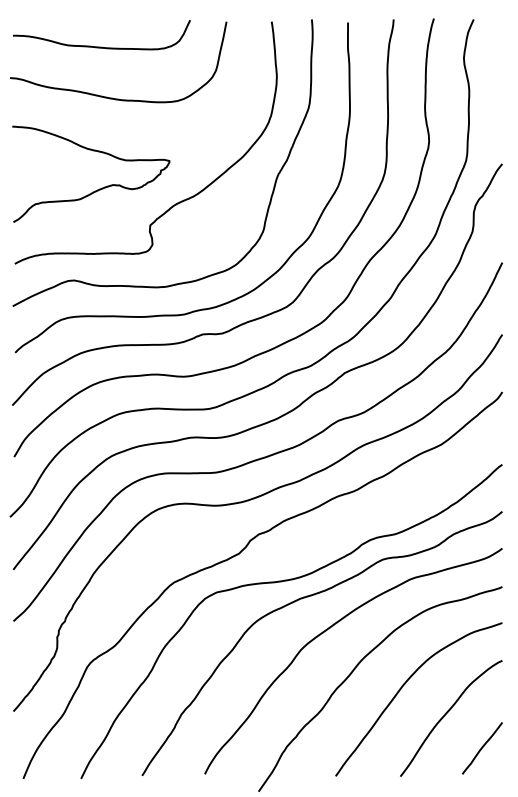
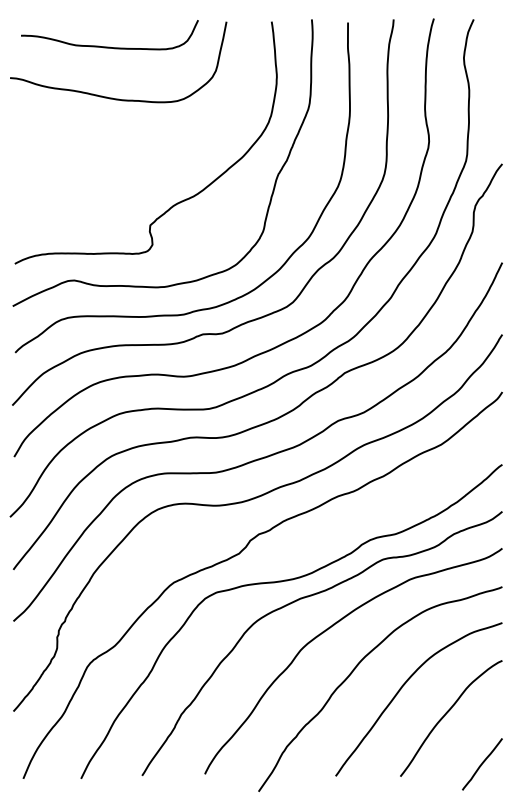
curve at (101, 46) position: (101, 46) -> (109, 46)
curve at (99, 188): present -> none
line at (482, 748) position: (482, 748) -> (482, 764)
